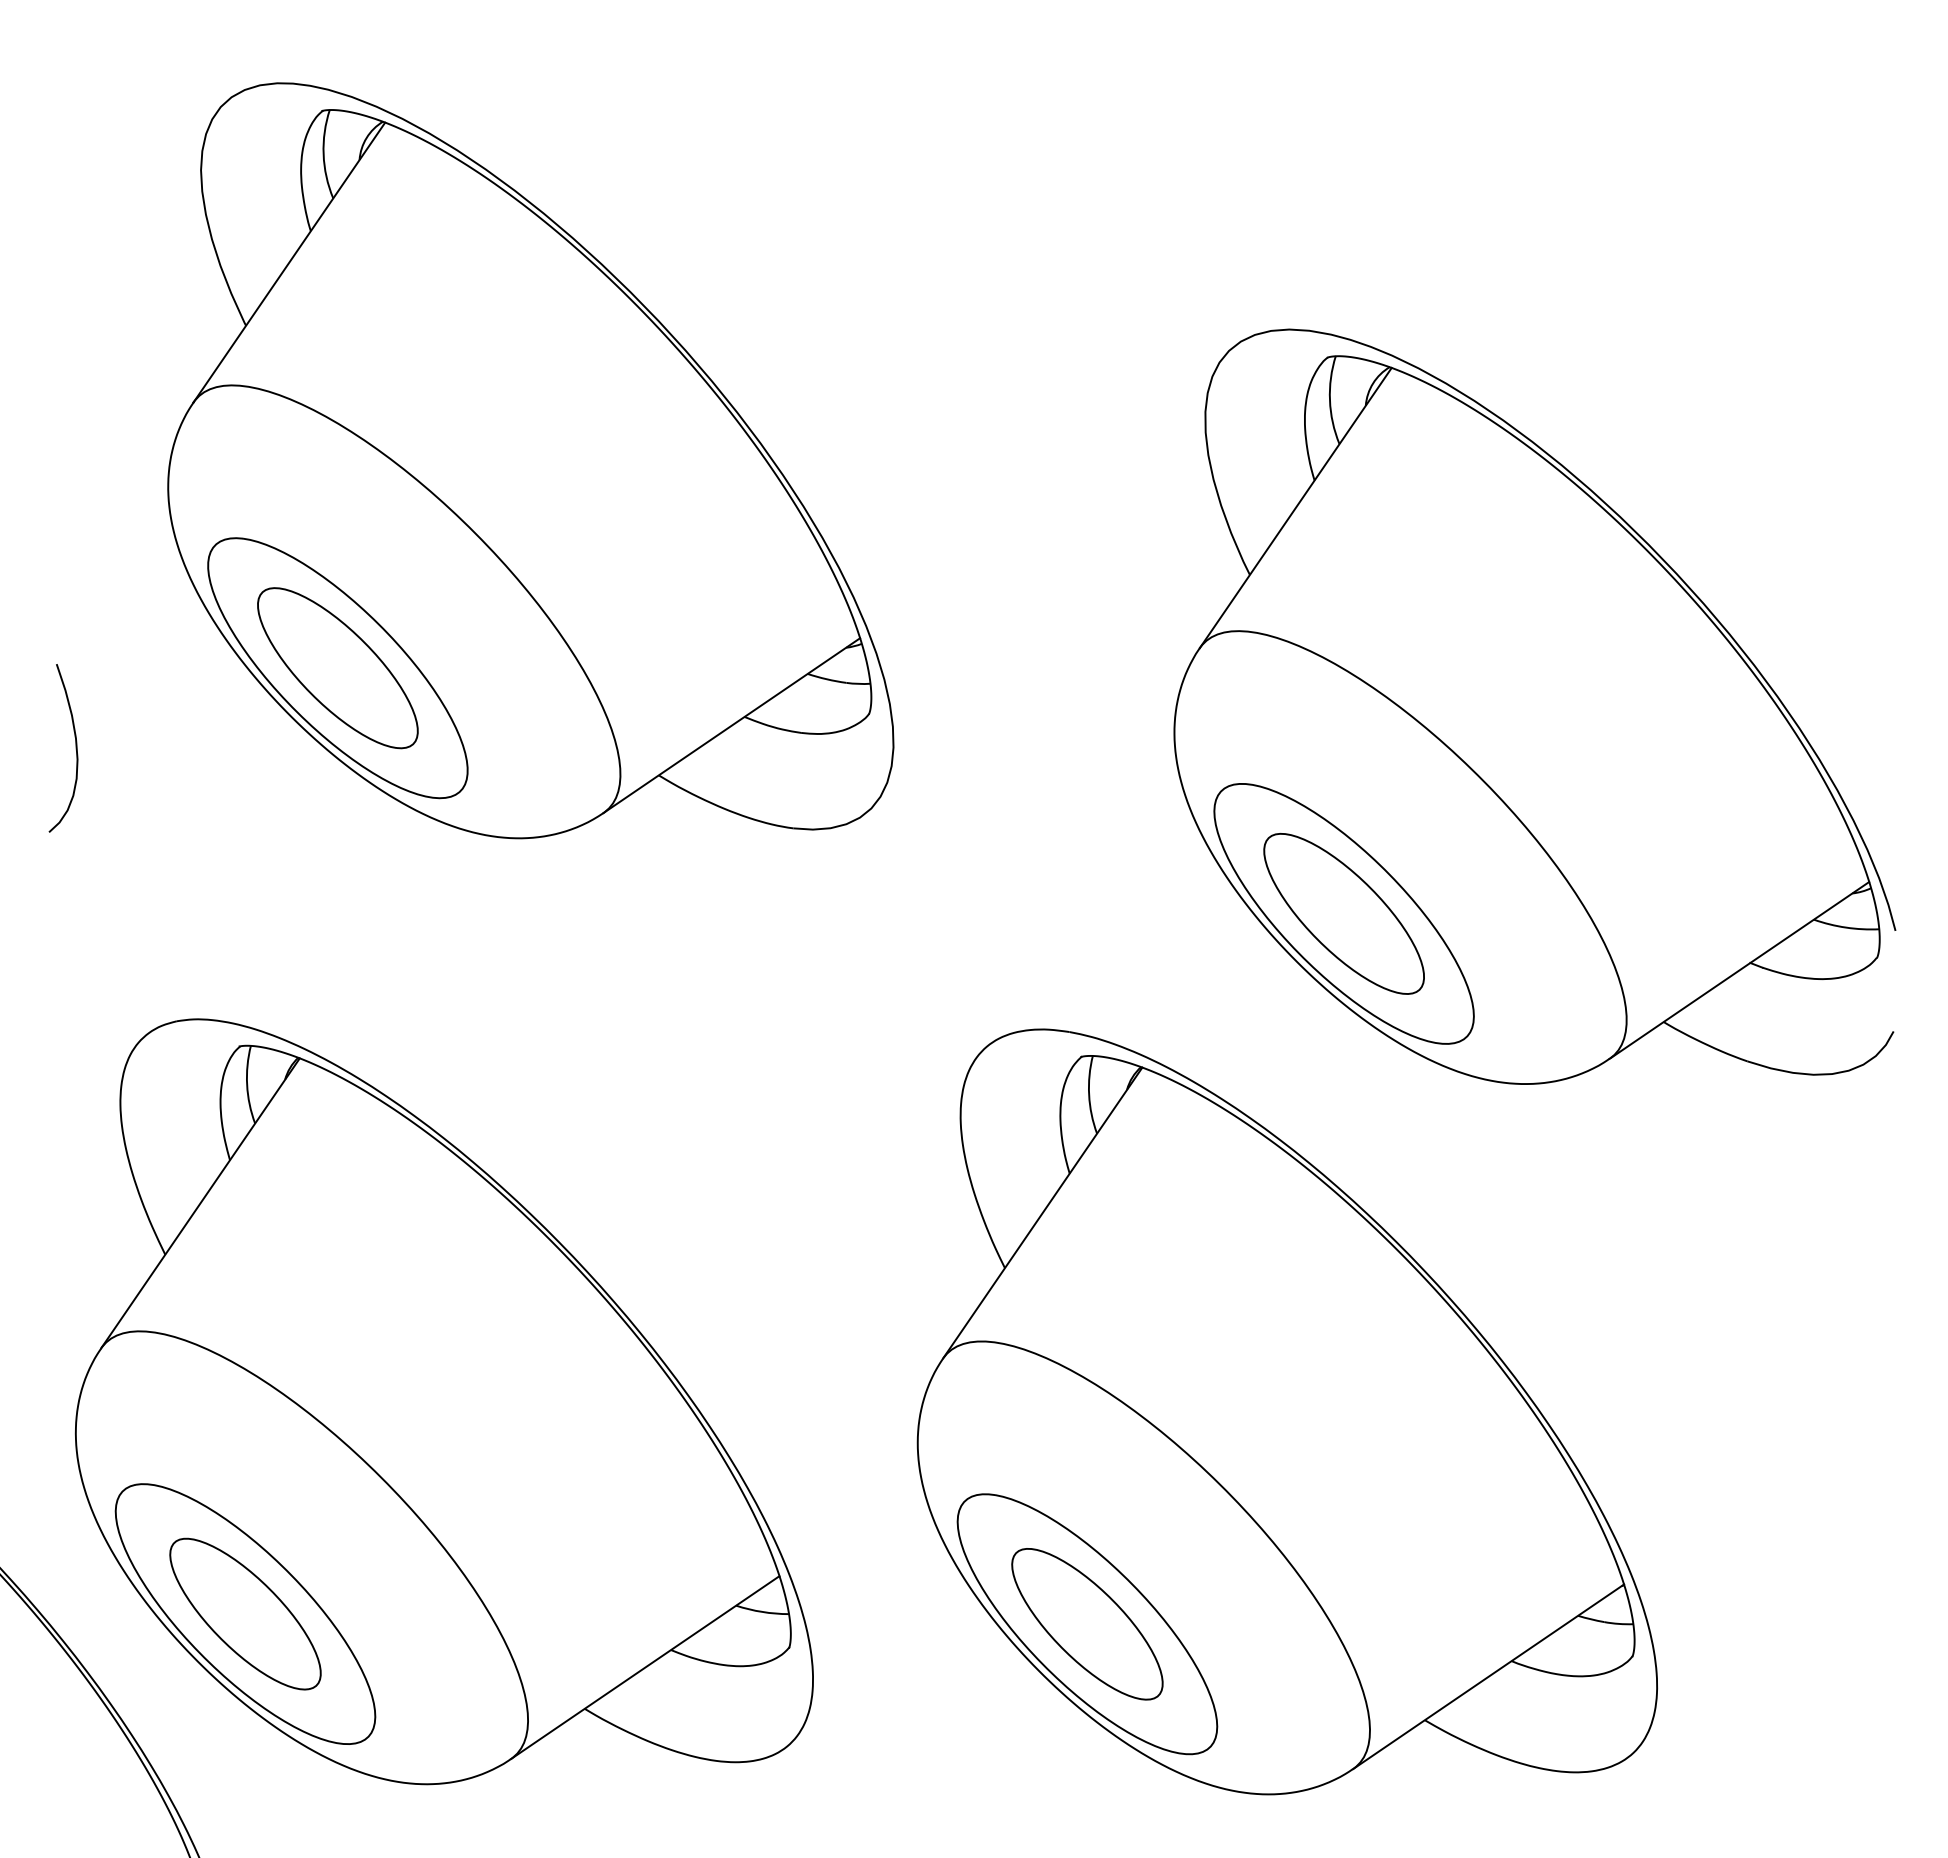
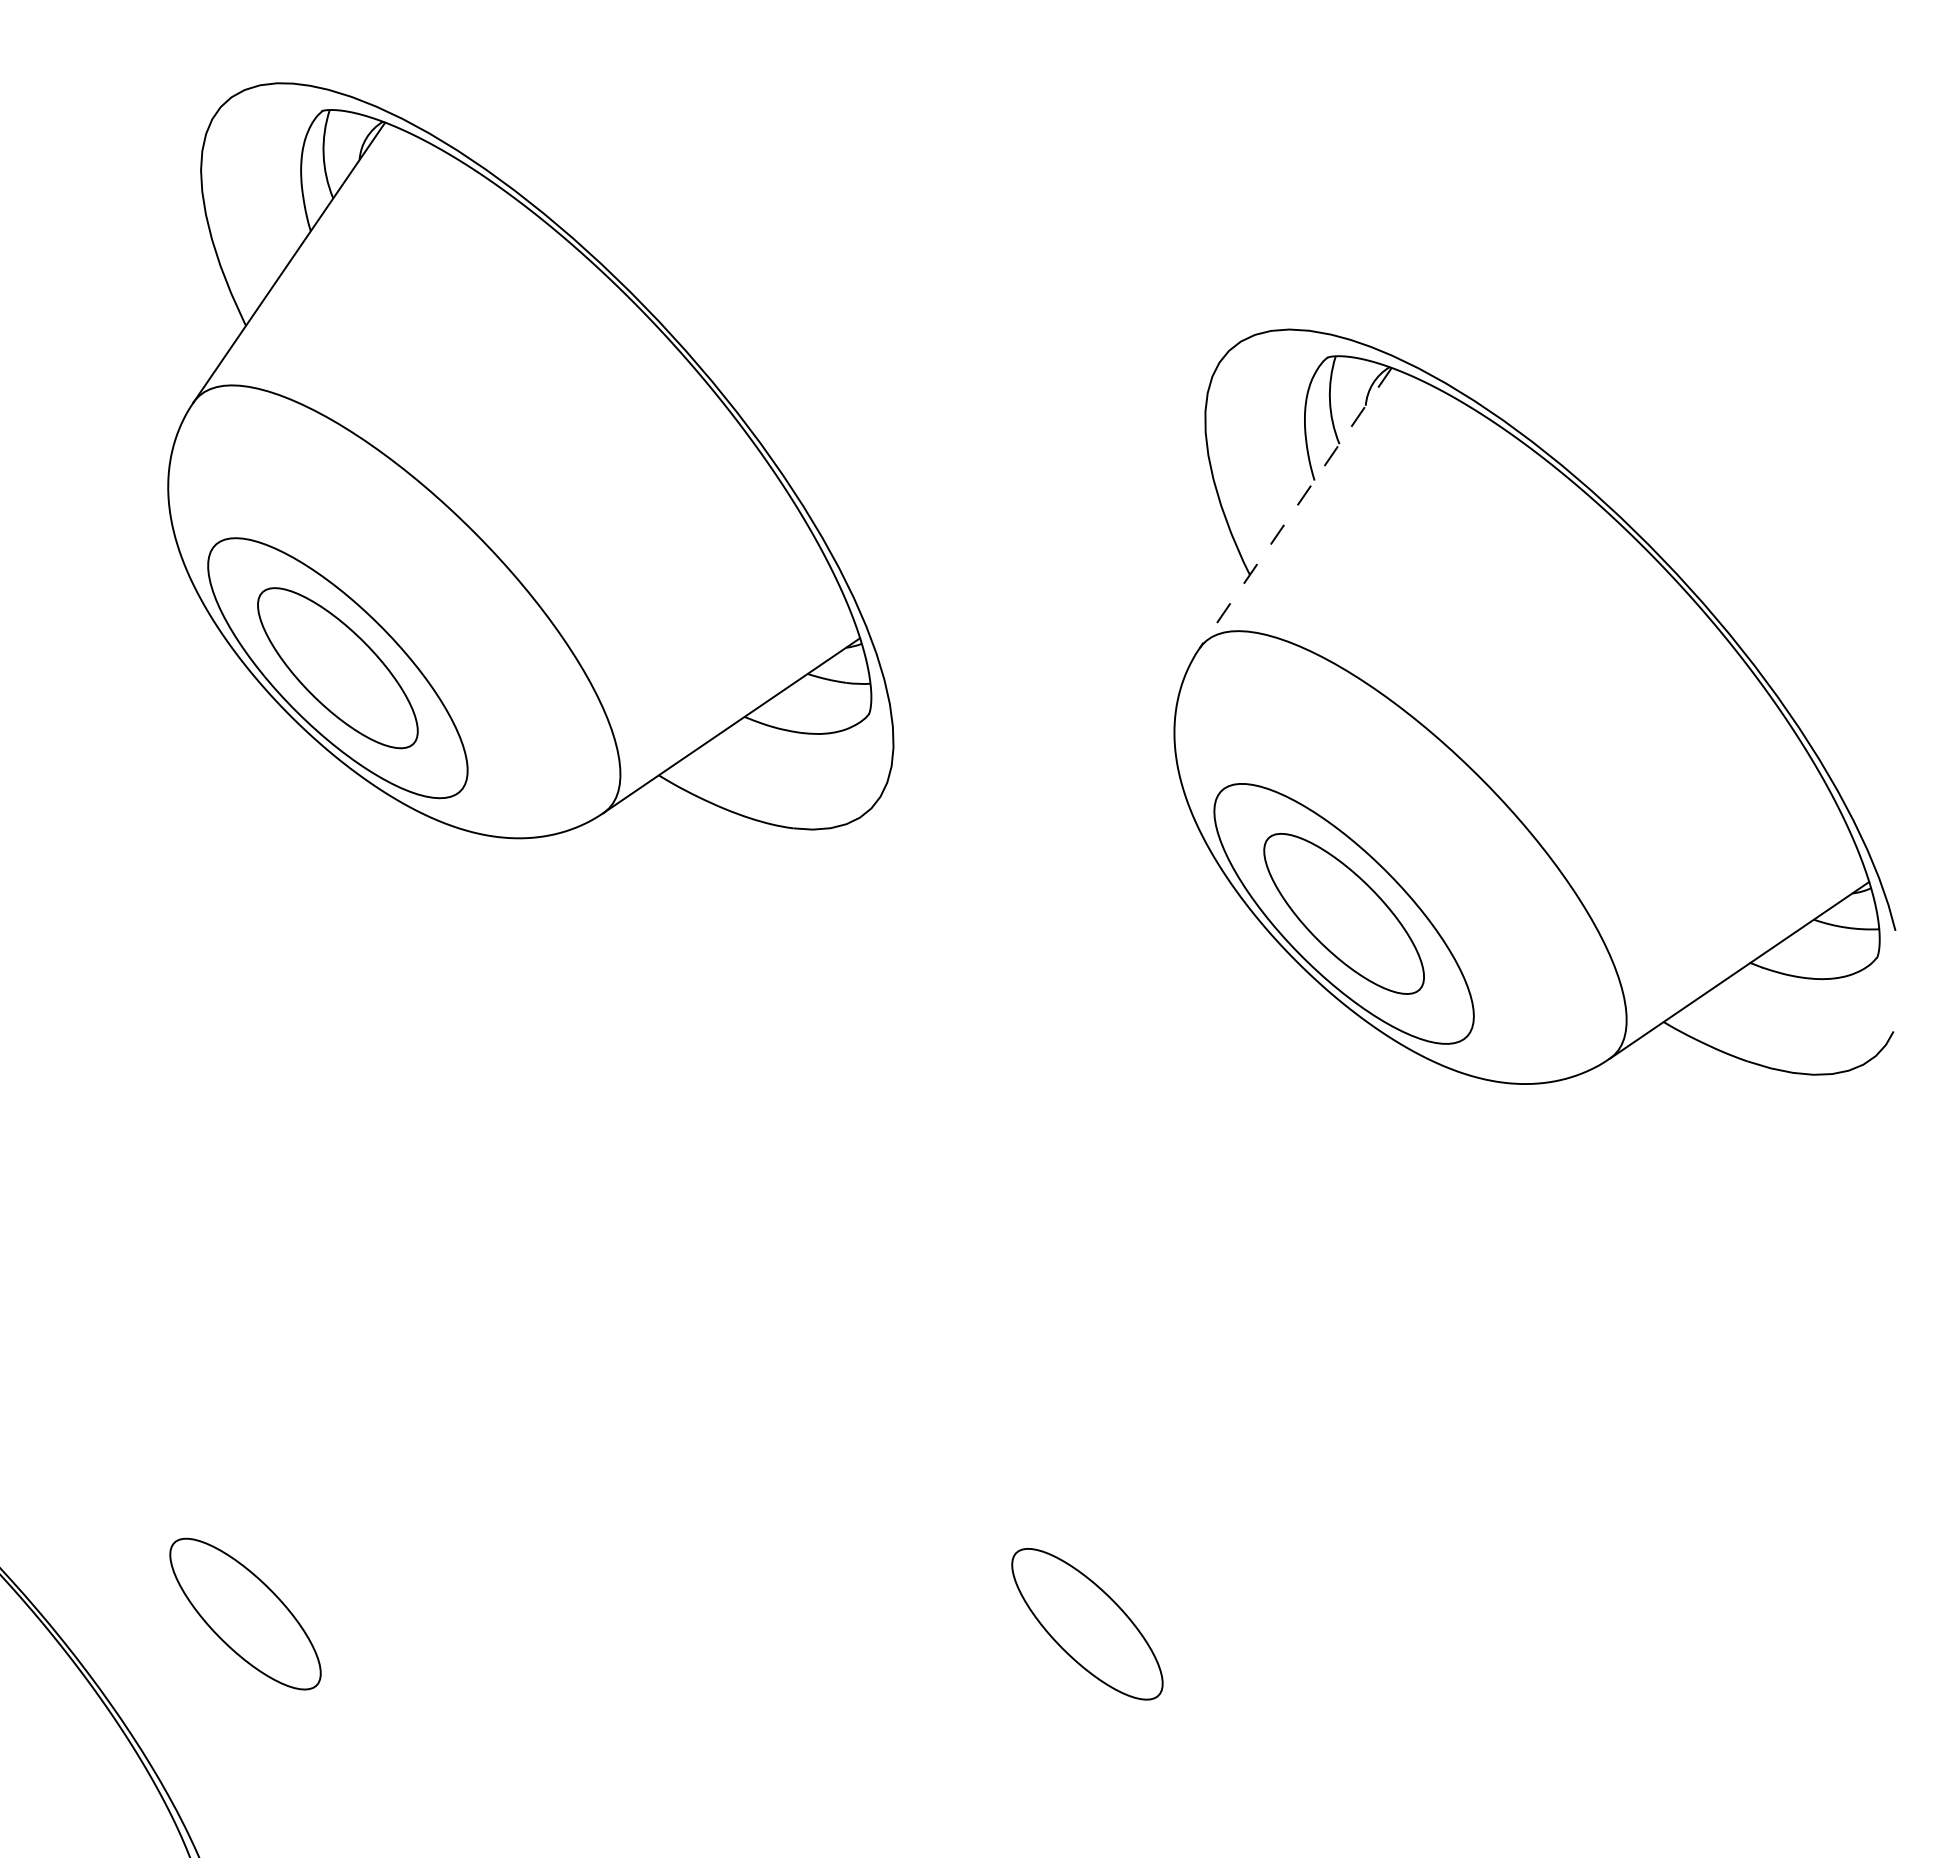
line at (1295, 507): solid -> dashed
curve at (75, 748): present -> none
part at (443, 1401): present -> none
part at (1286, 1411): present -> none
